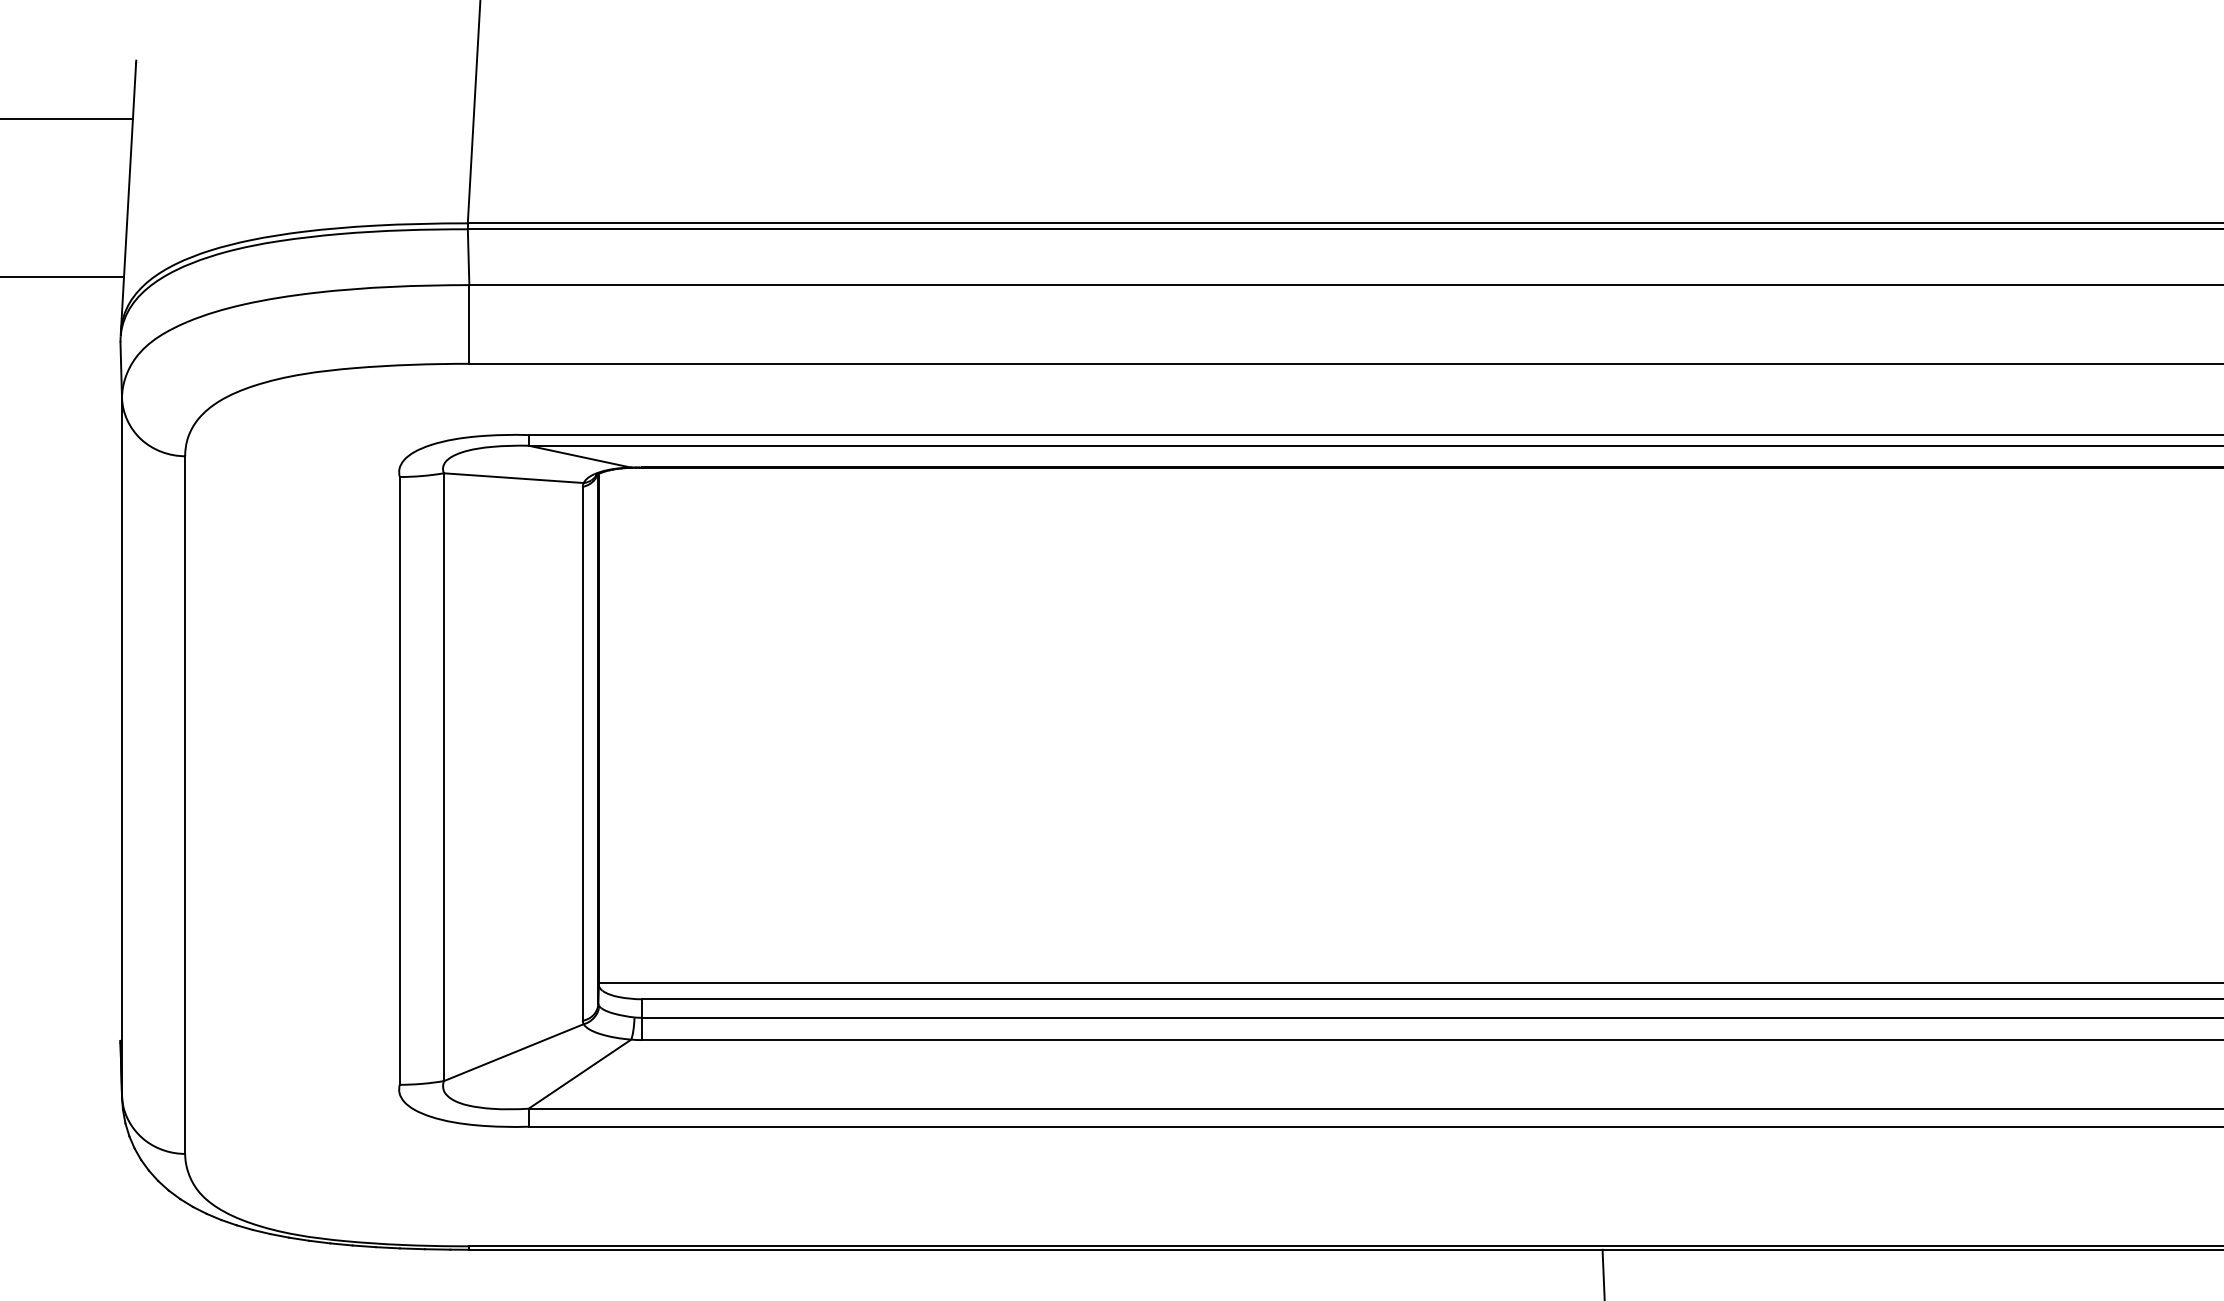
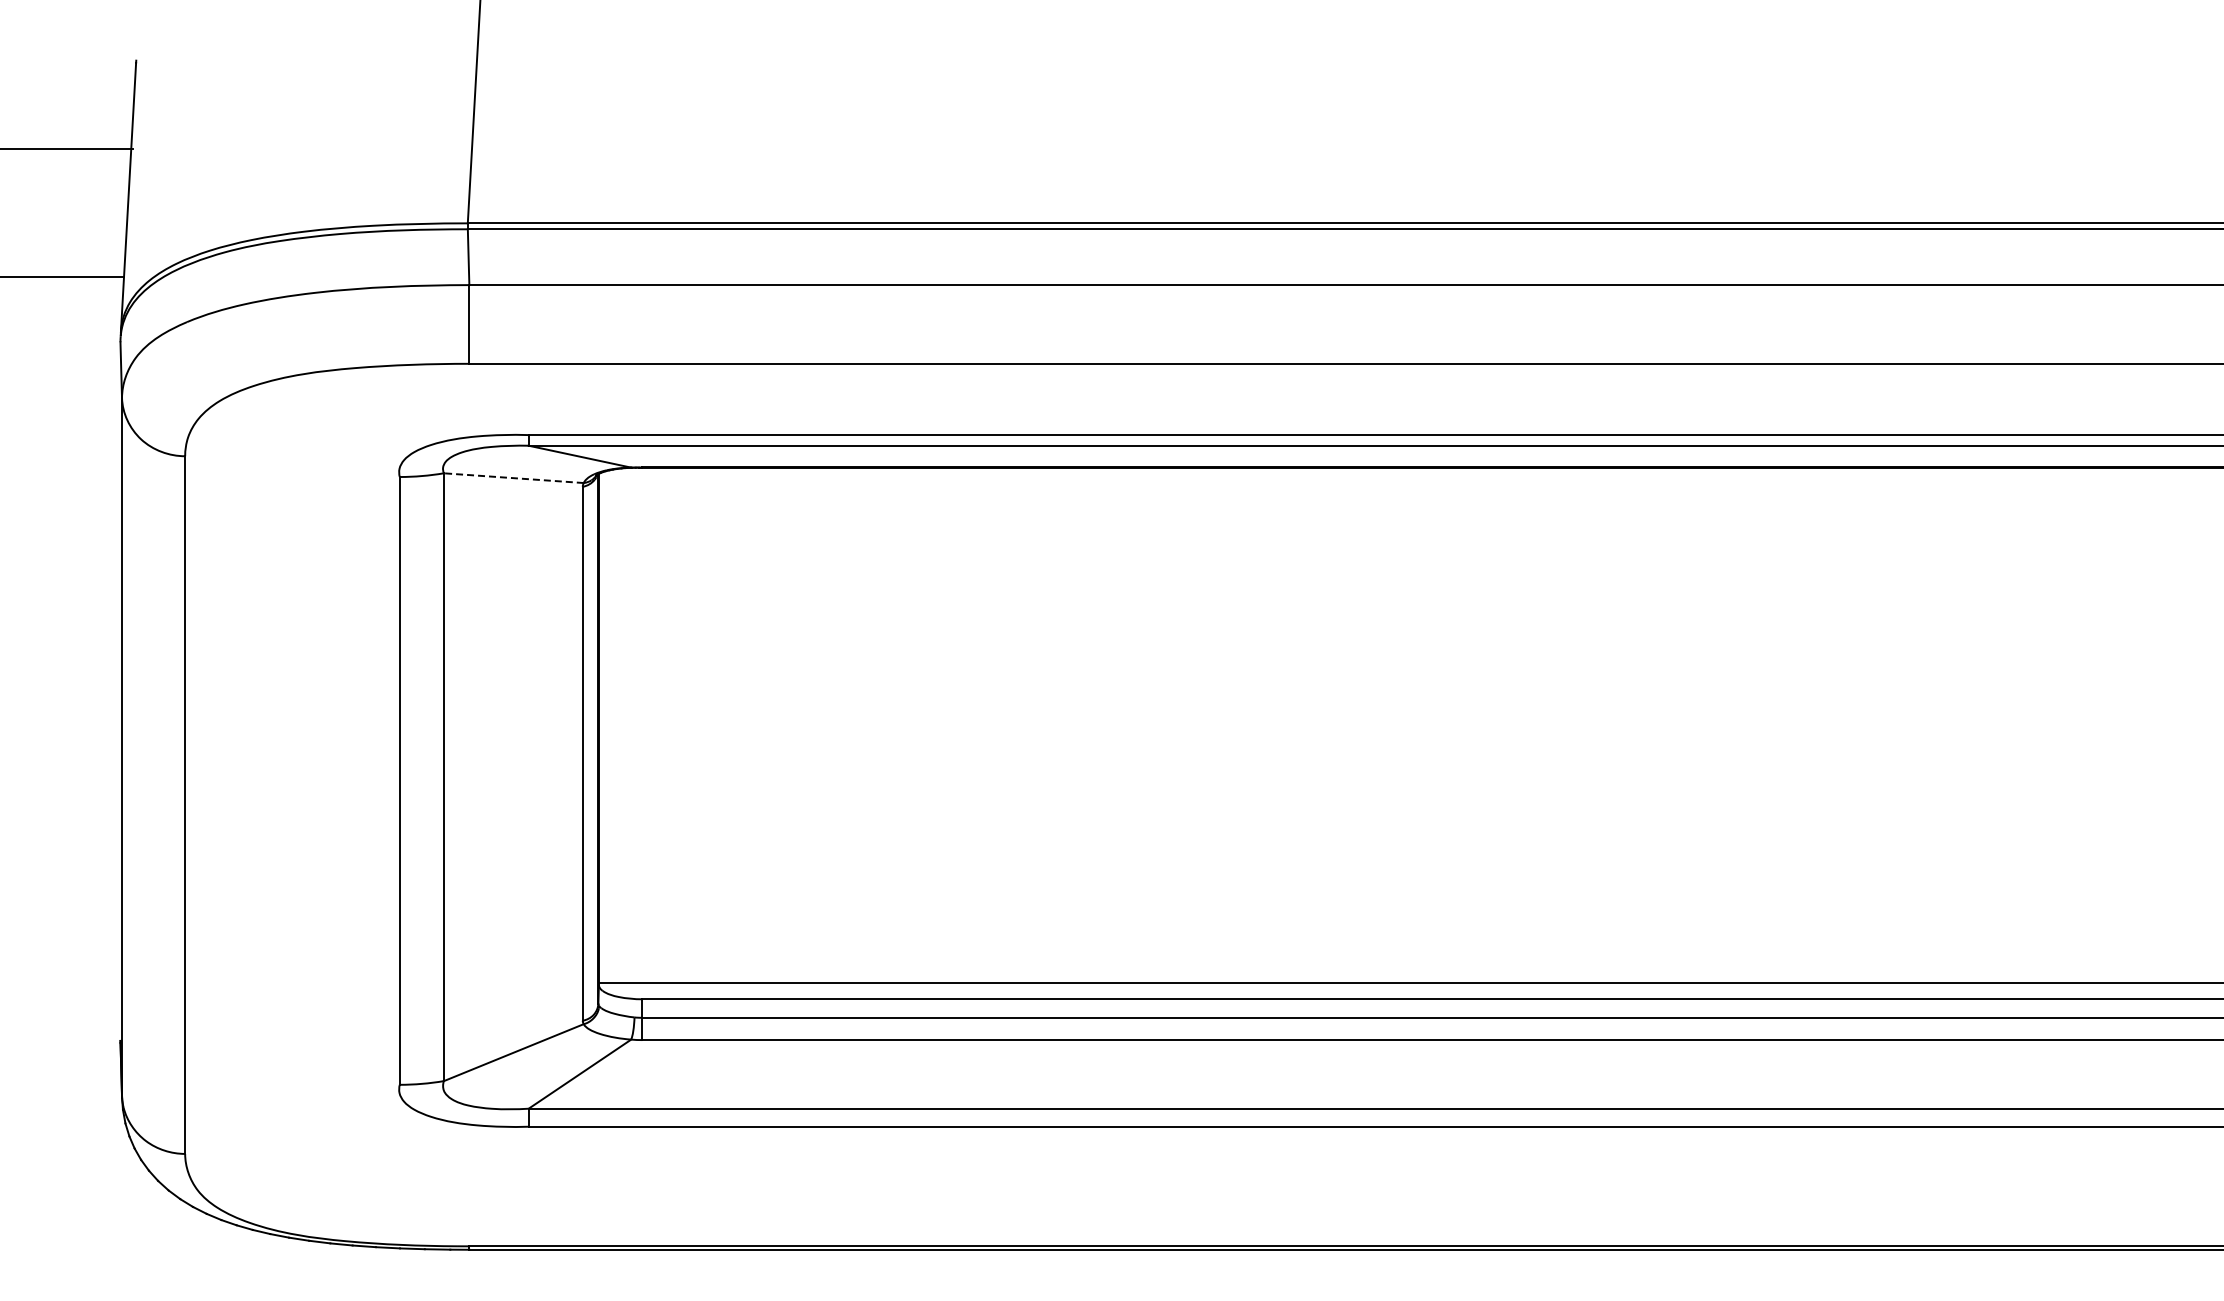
line at (67, 119) position: (67, 119) -> (67, 149)
line at (513, 478): solid -> dashed
line at (1603, 1273): present -> none
